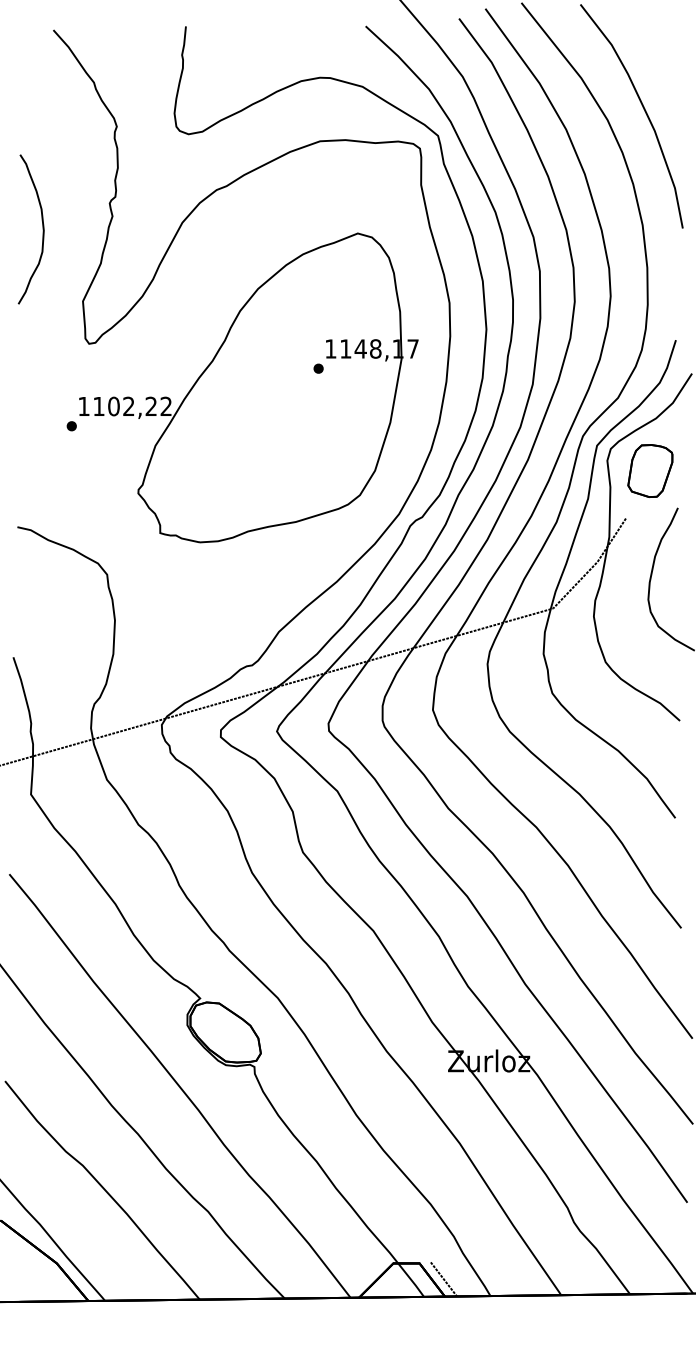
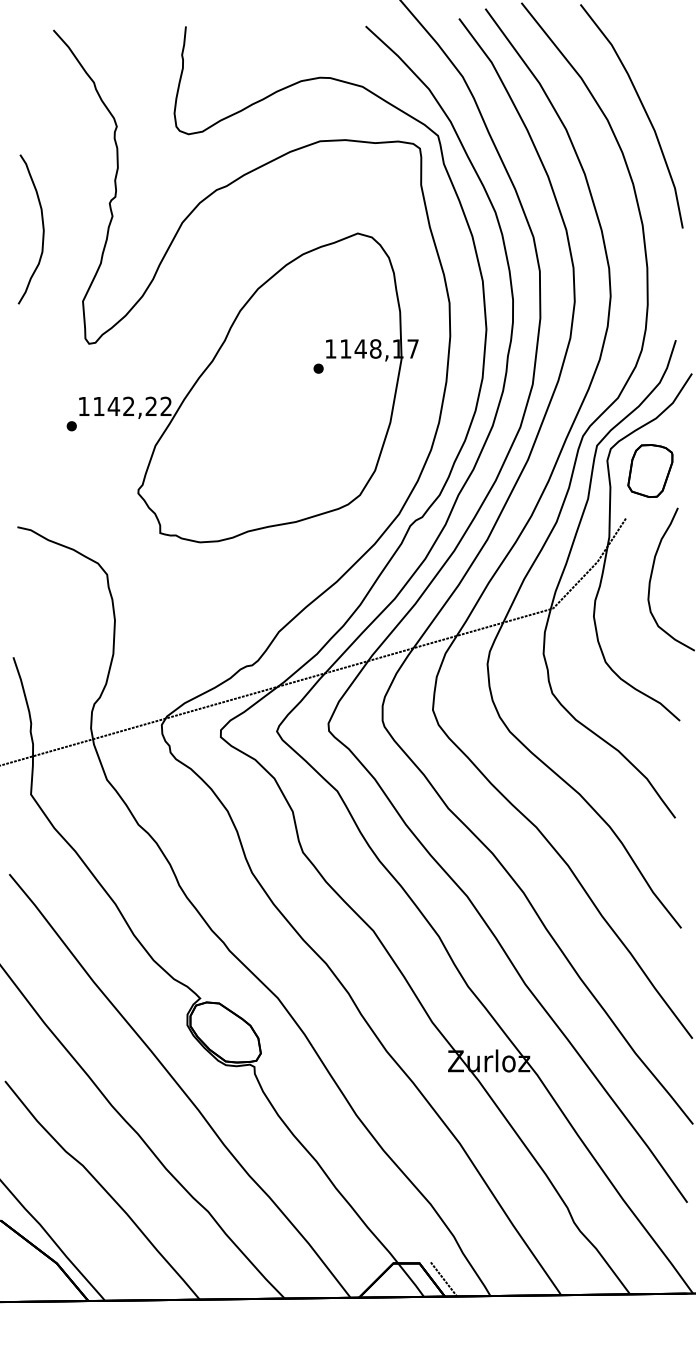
text at (113, 406): 1102,22 -> 1142,22
